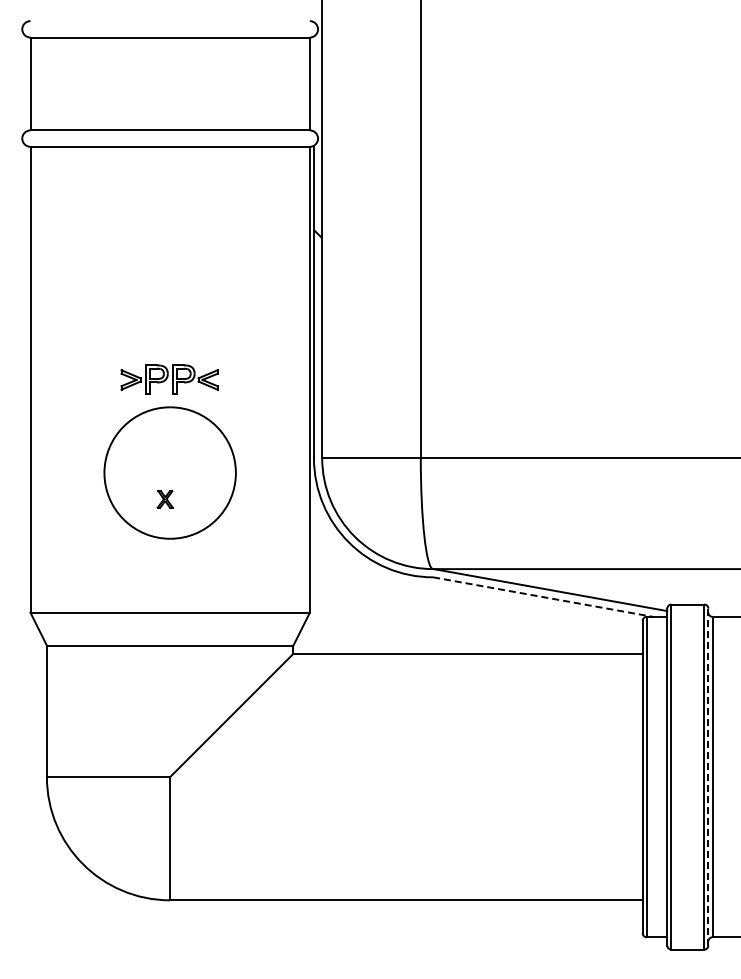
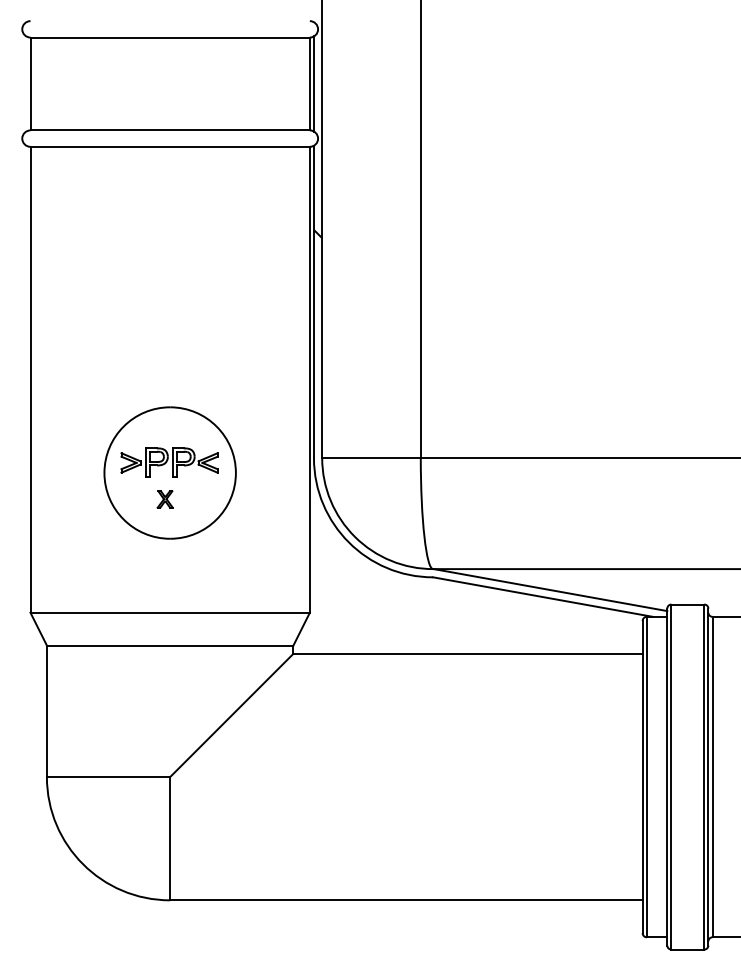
line at (313, 83): none -> present
part at (169, 379) position: (169, 379) -> (169, 462)
line at (543, 597): dashed -> solid
line at (708, 777): dashed -> solid
